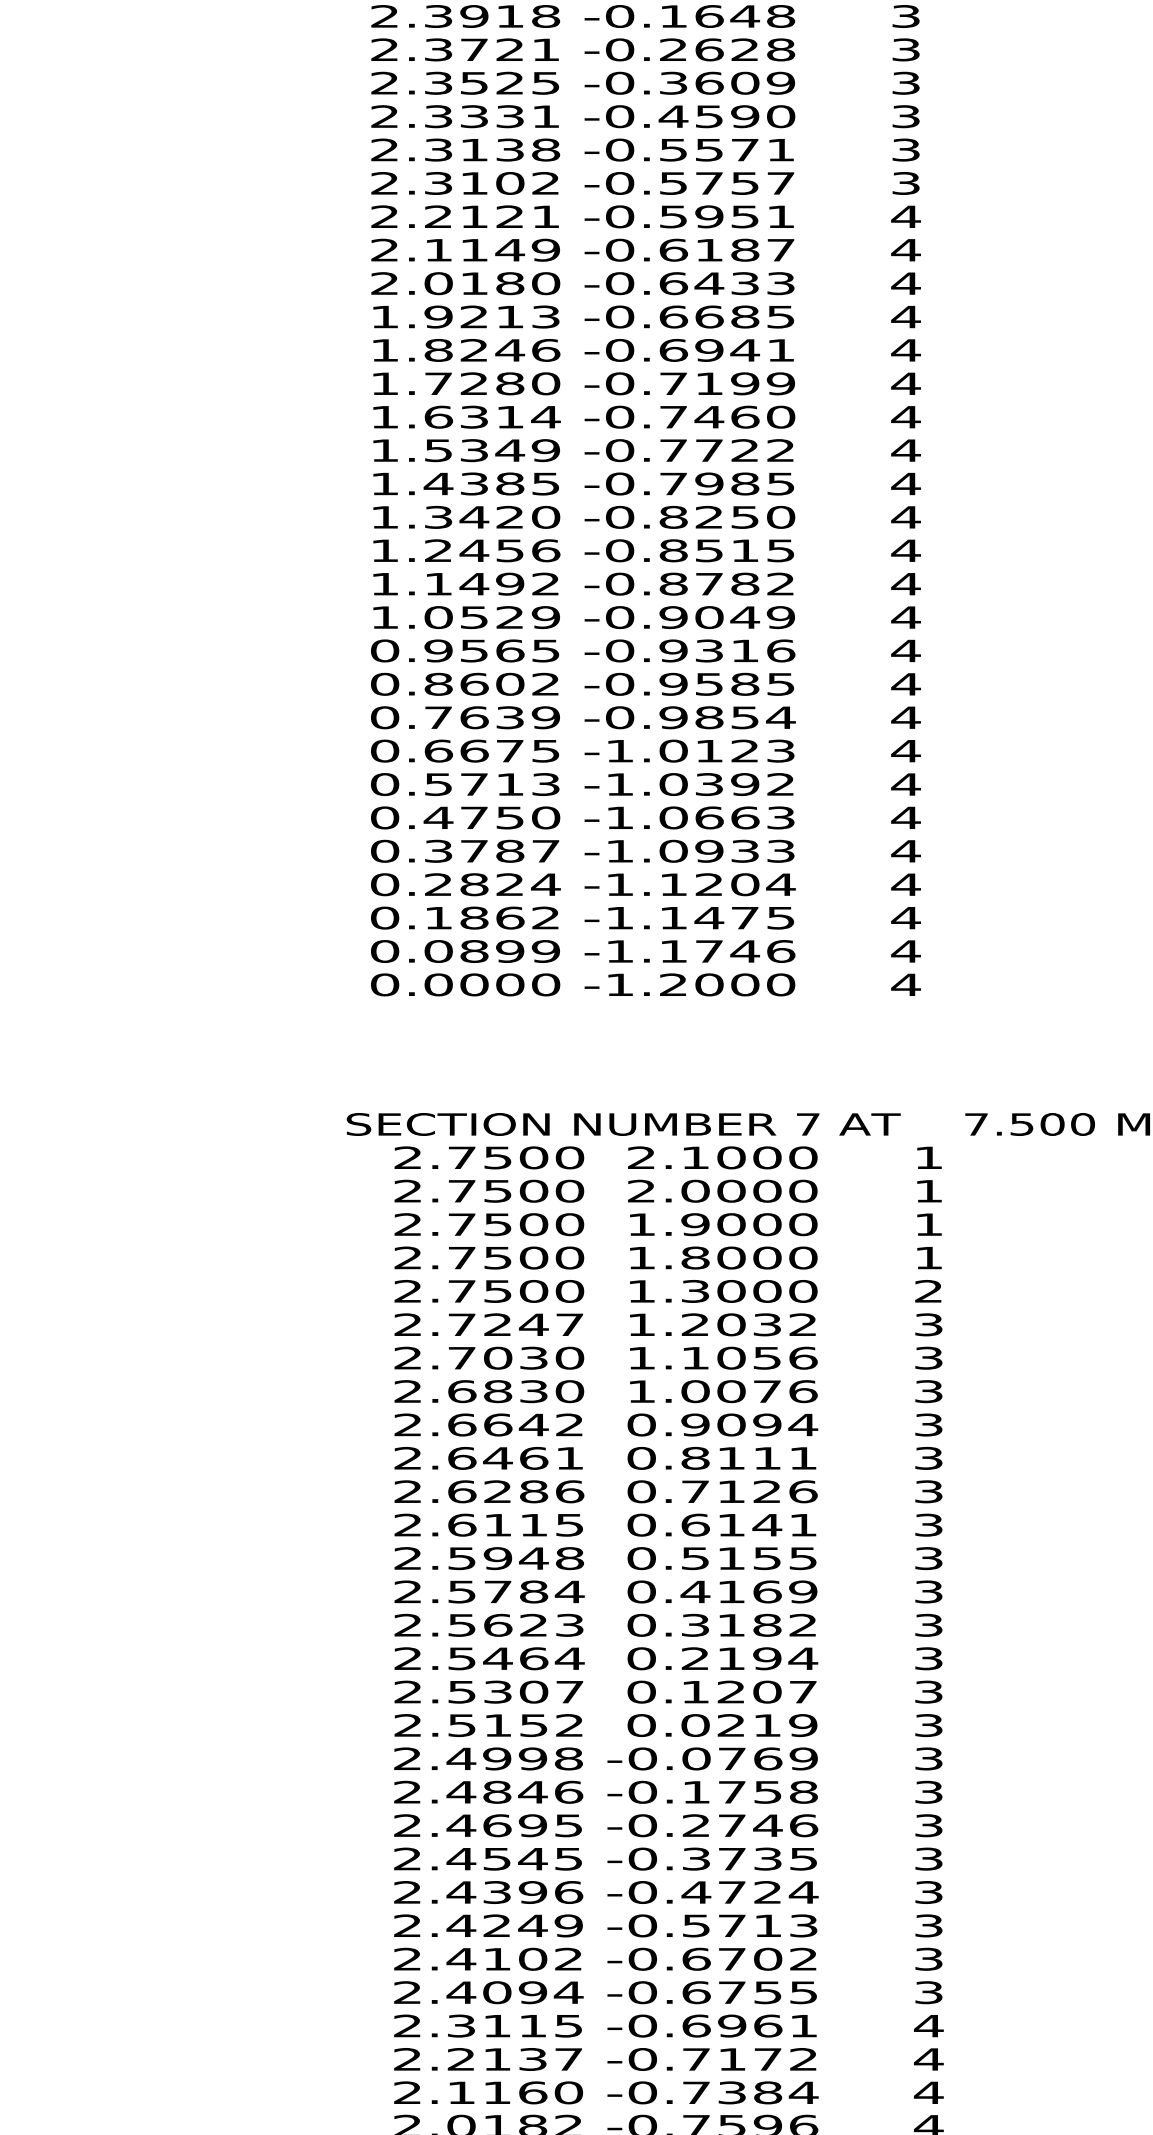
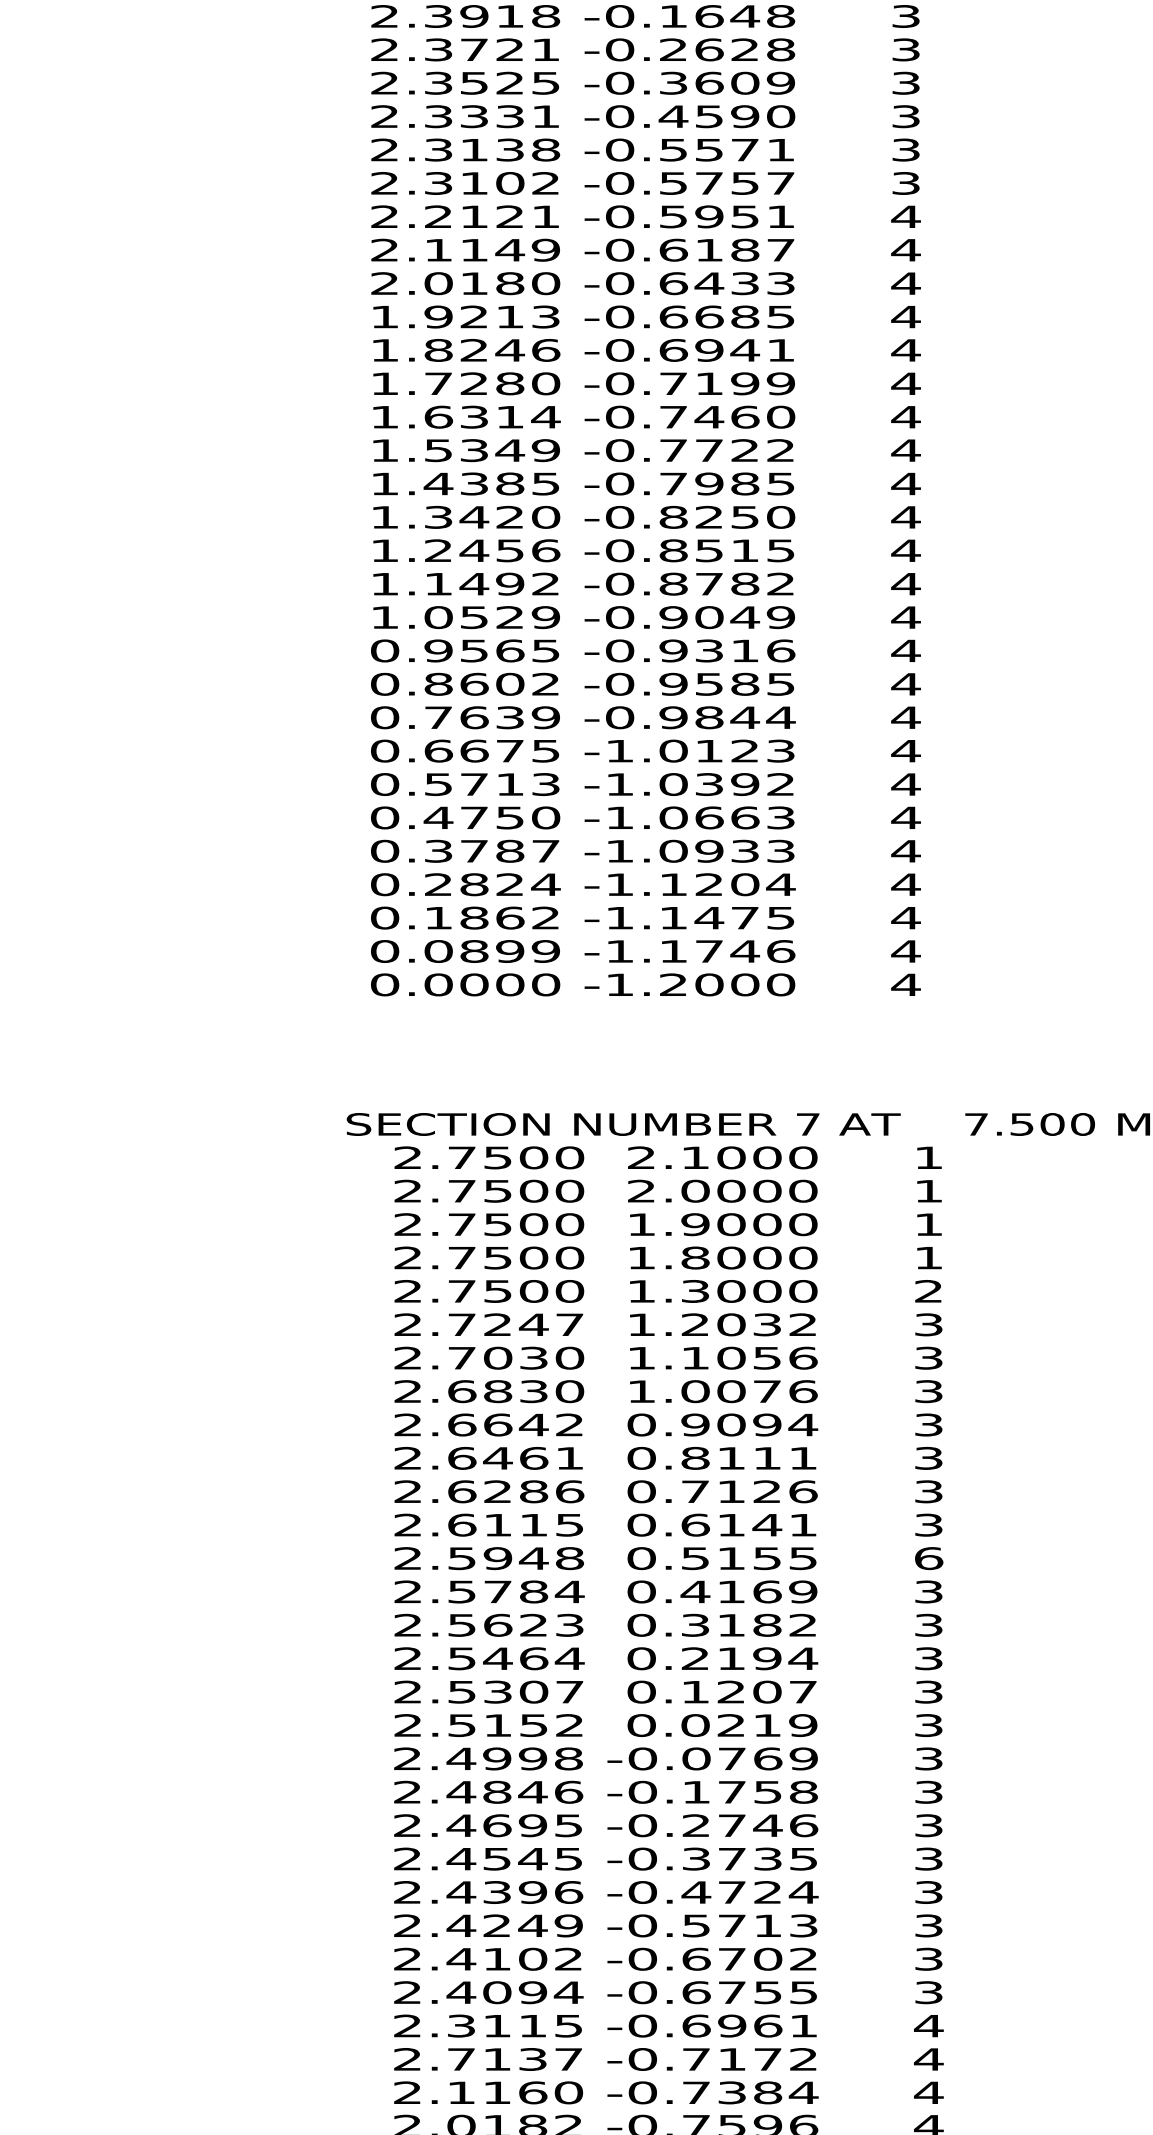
text at (745, 717): -0.9854 -> -0.9844
text at (929, 1558): 3 -> 6
text at (460, 2059): 2.2137 -> 2.7137
